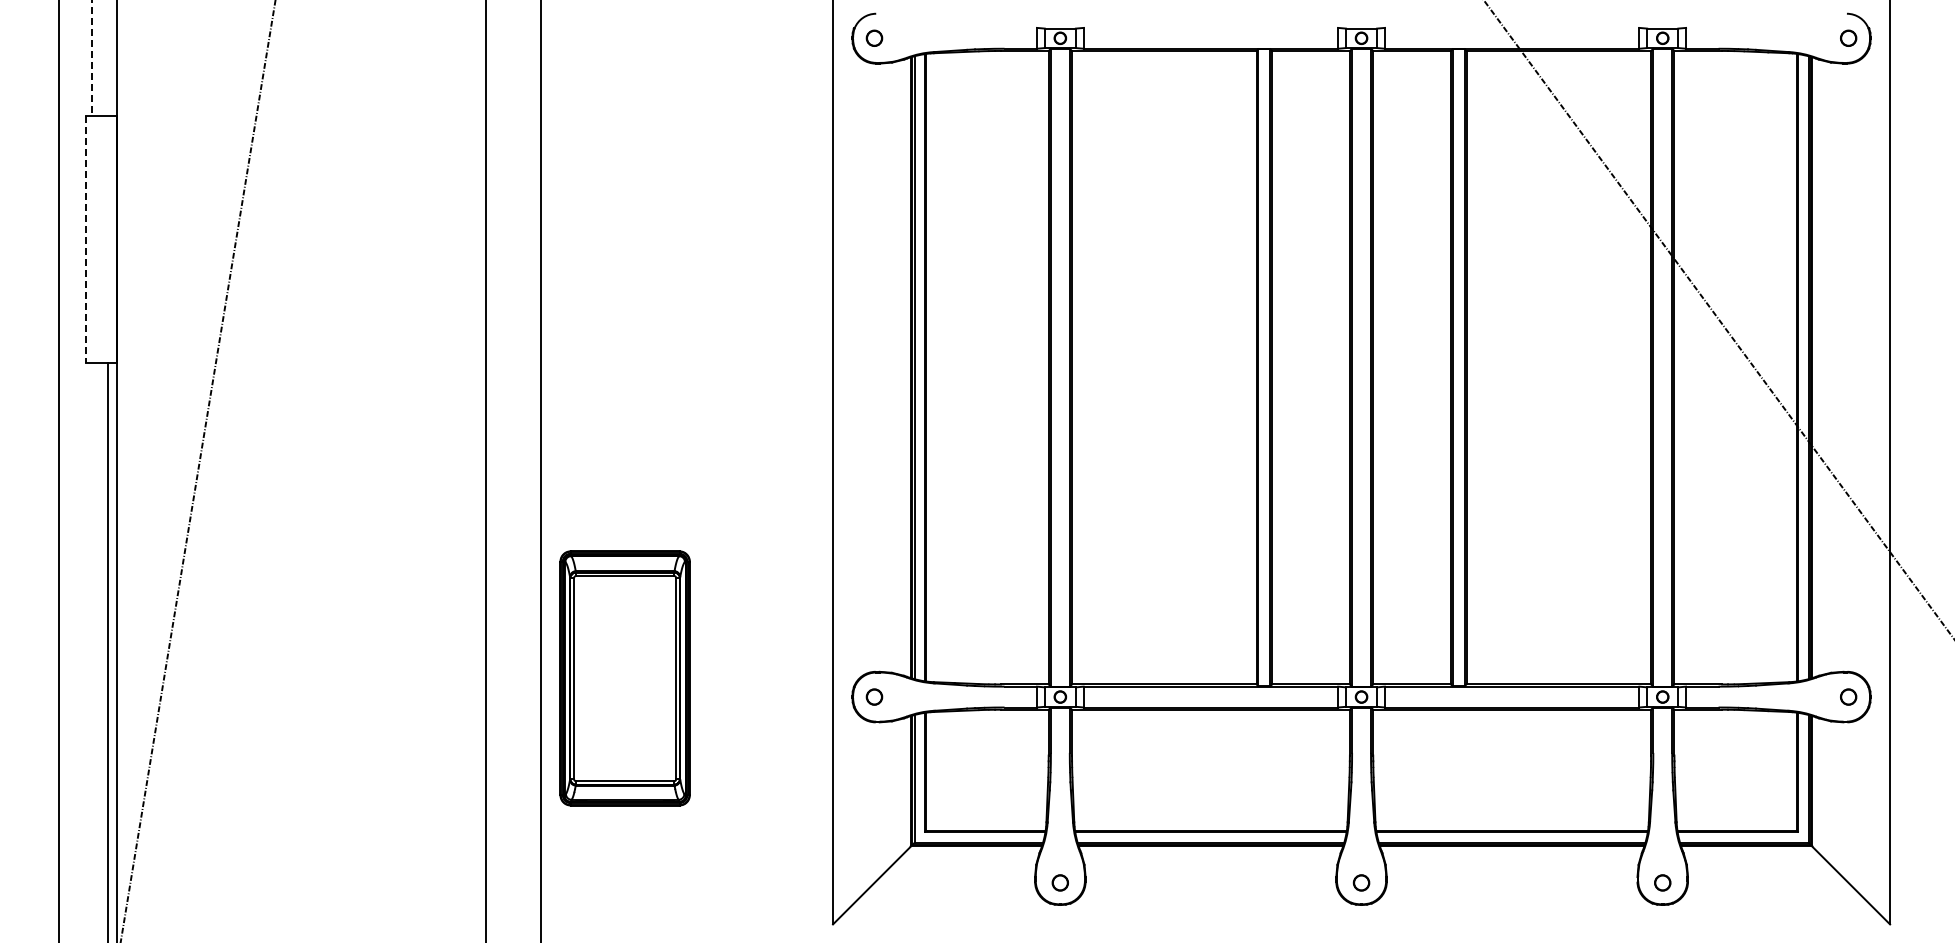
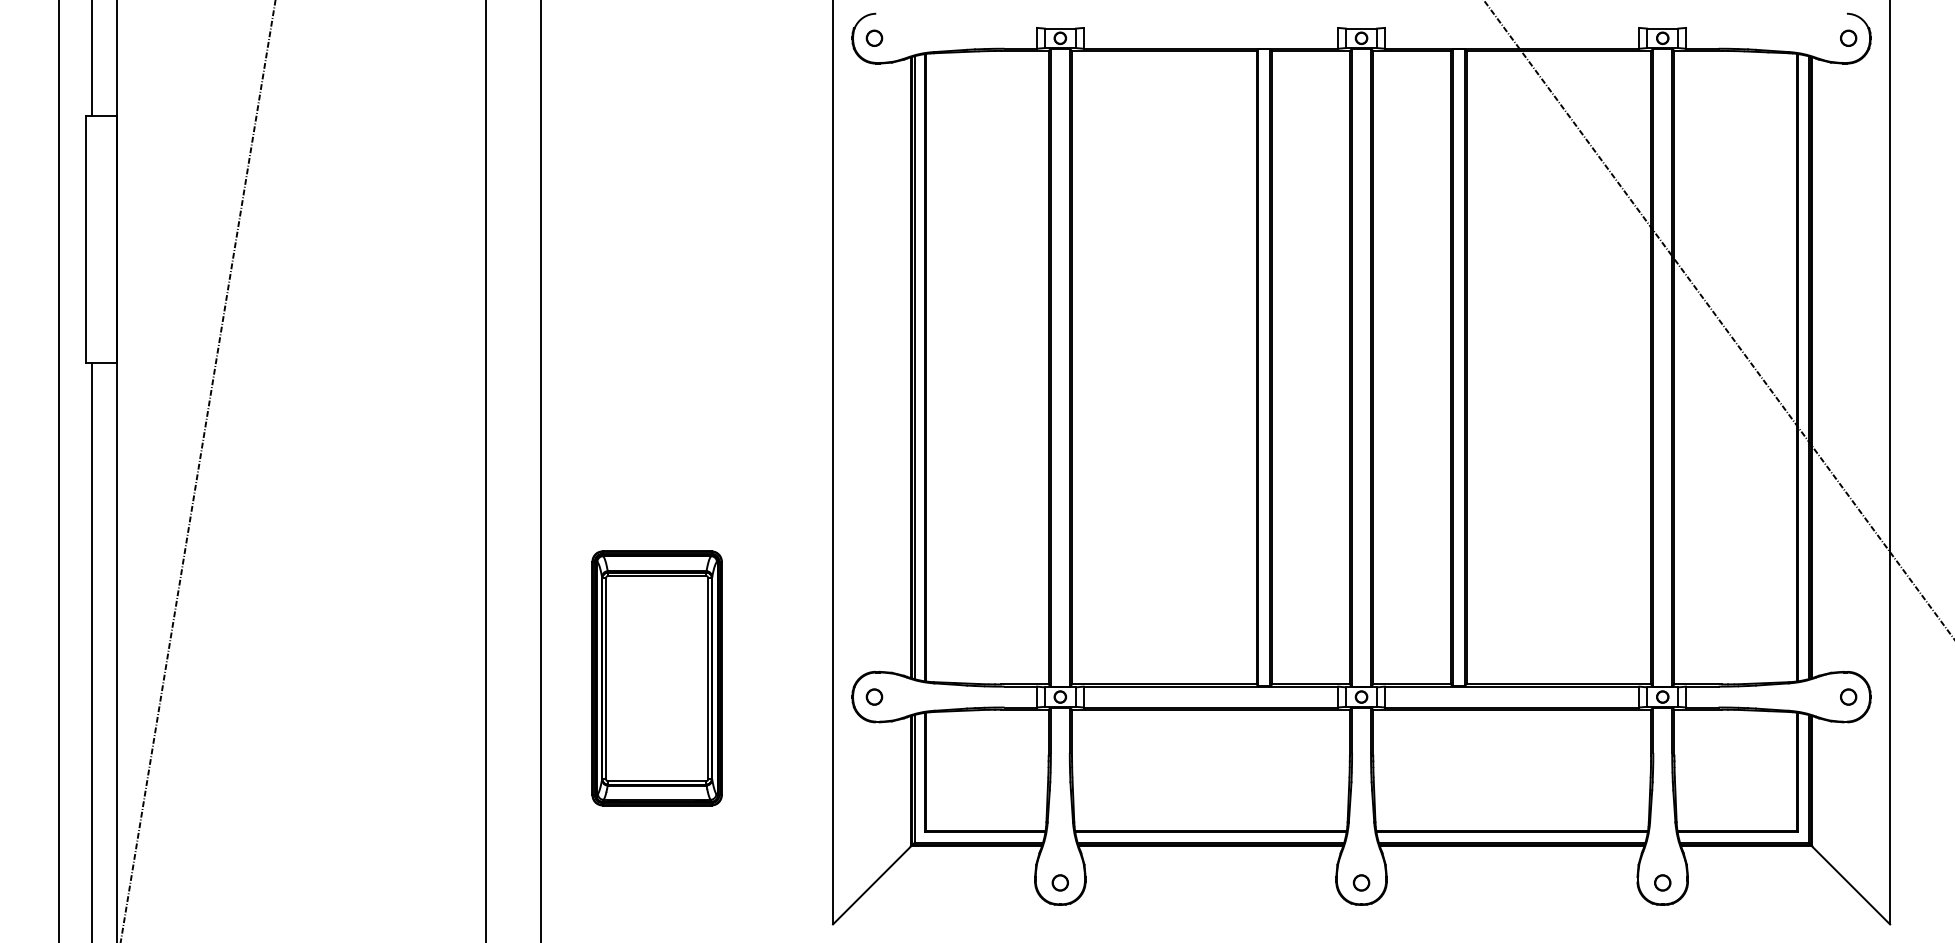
line at (91, 58): dashed -> solid
line at (85, 239): dashed -> solid
line at (107, 650) position: (107, 650) -> (91, 650)
part at (624, 678) position: (624, 678) -> (656, 678)
